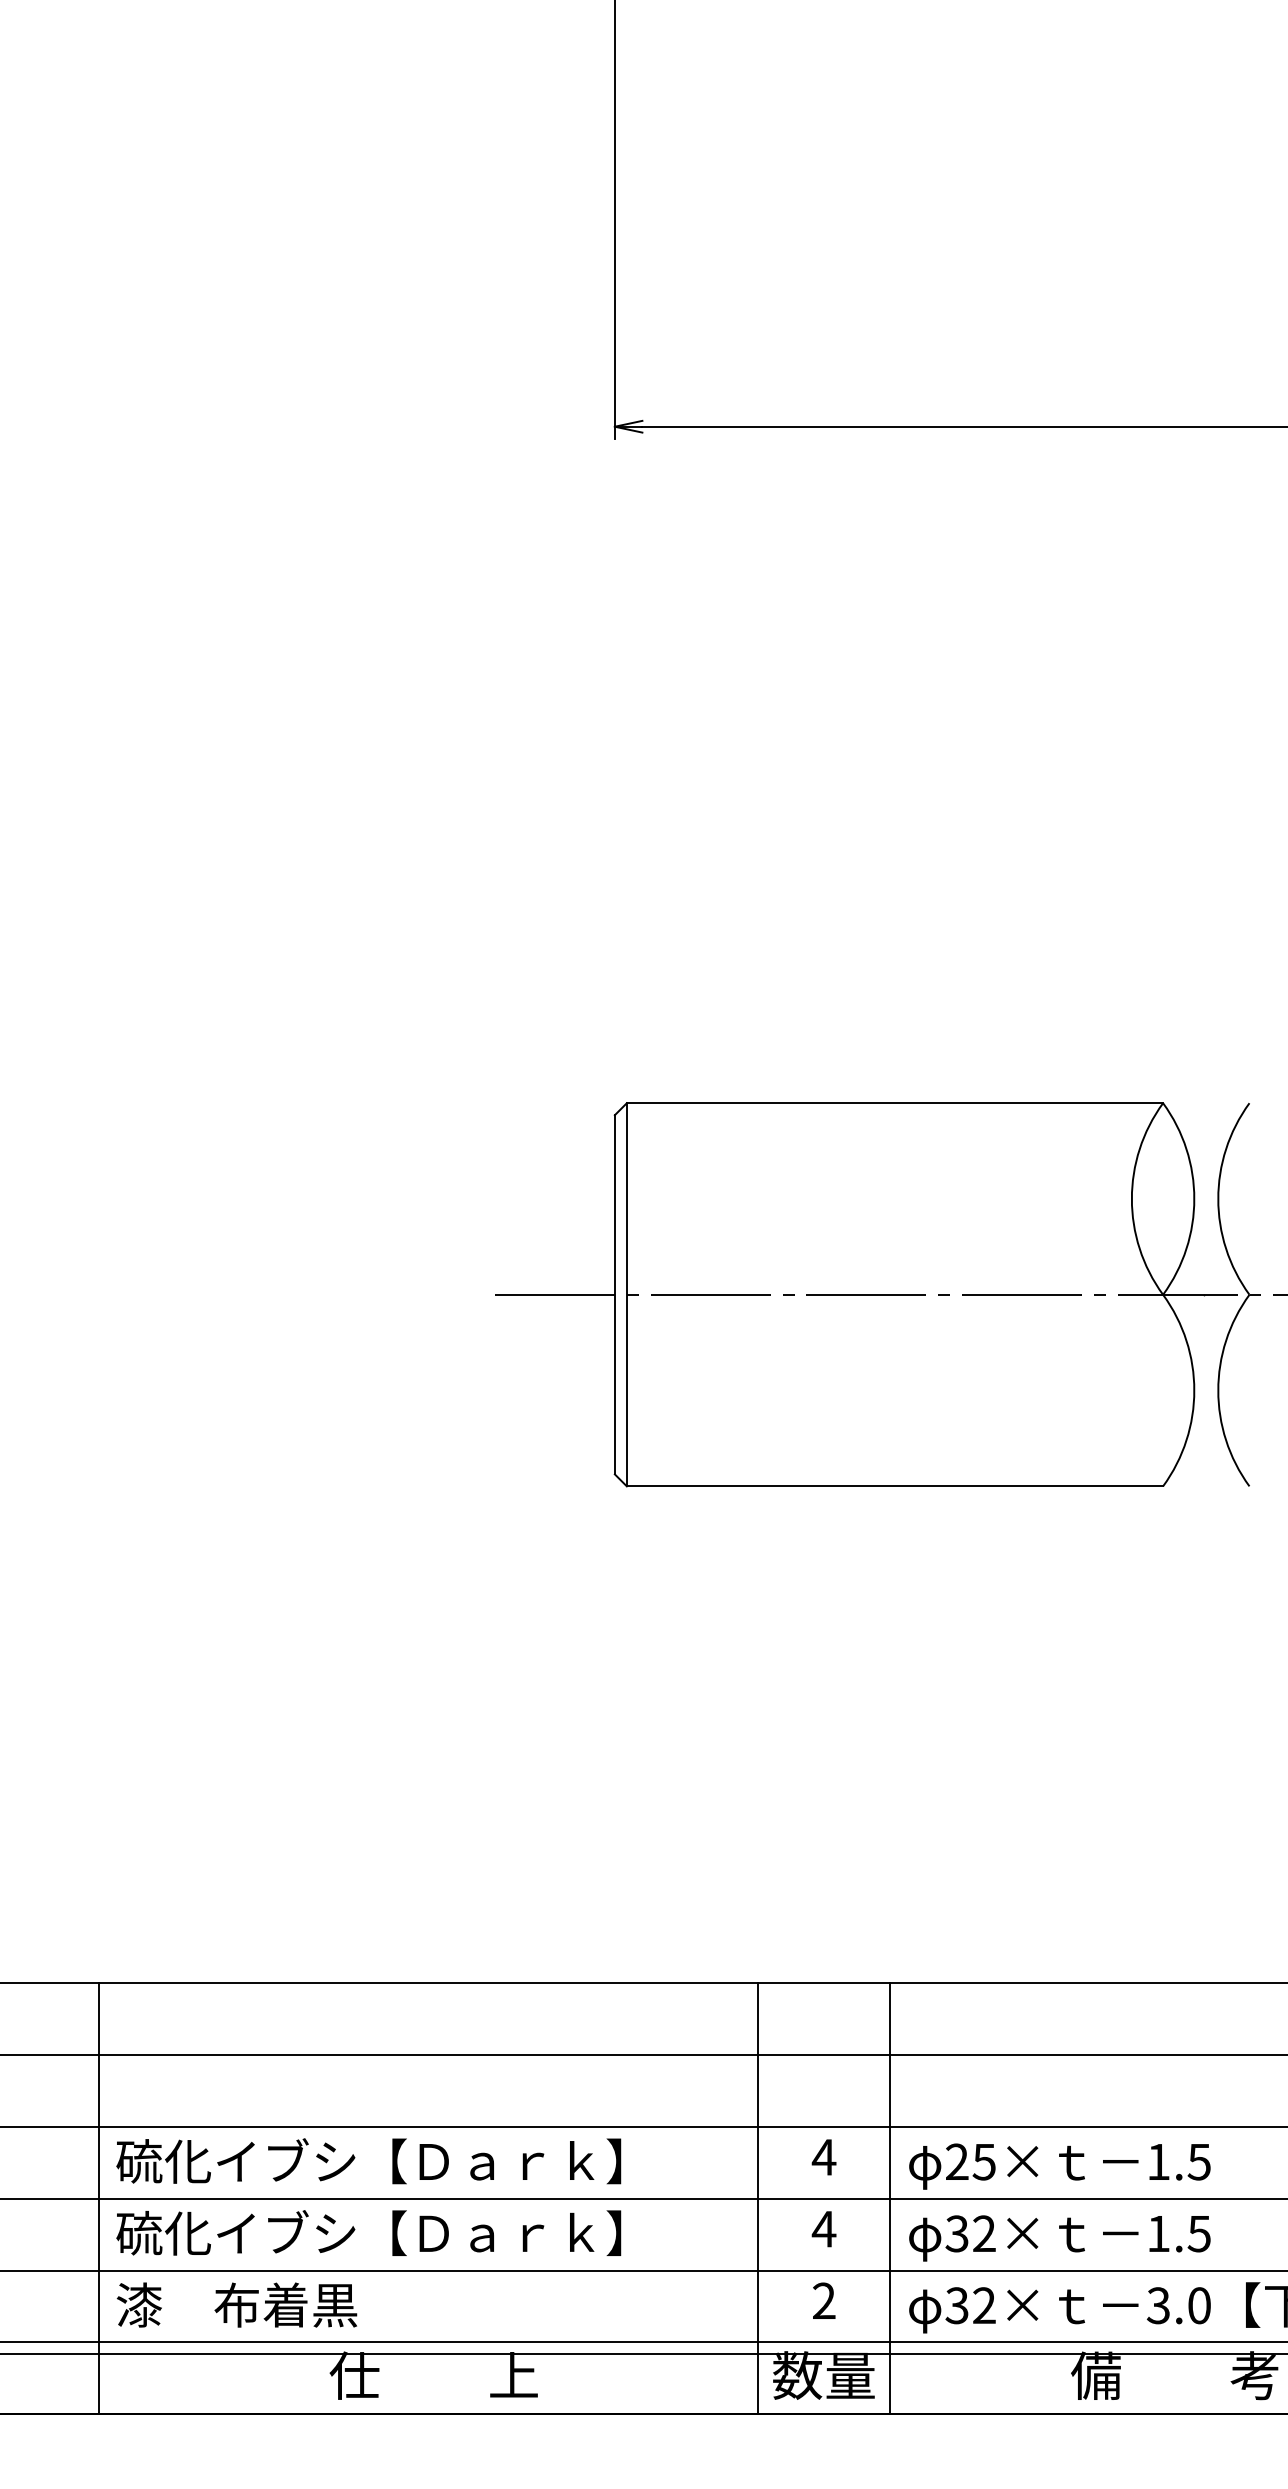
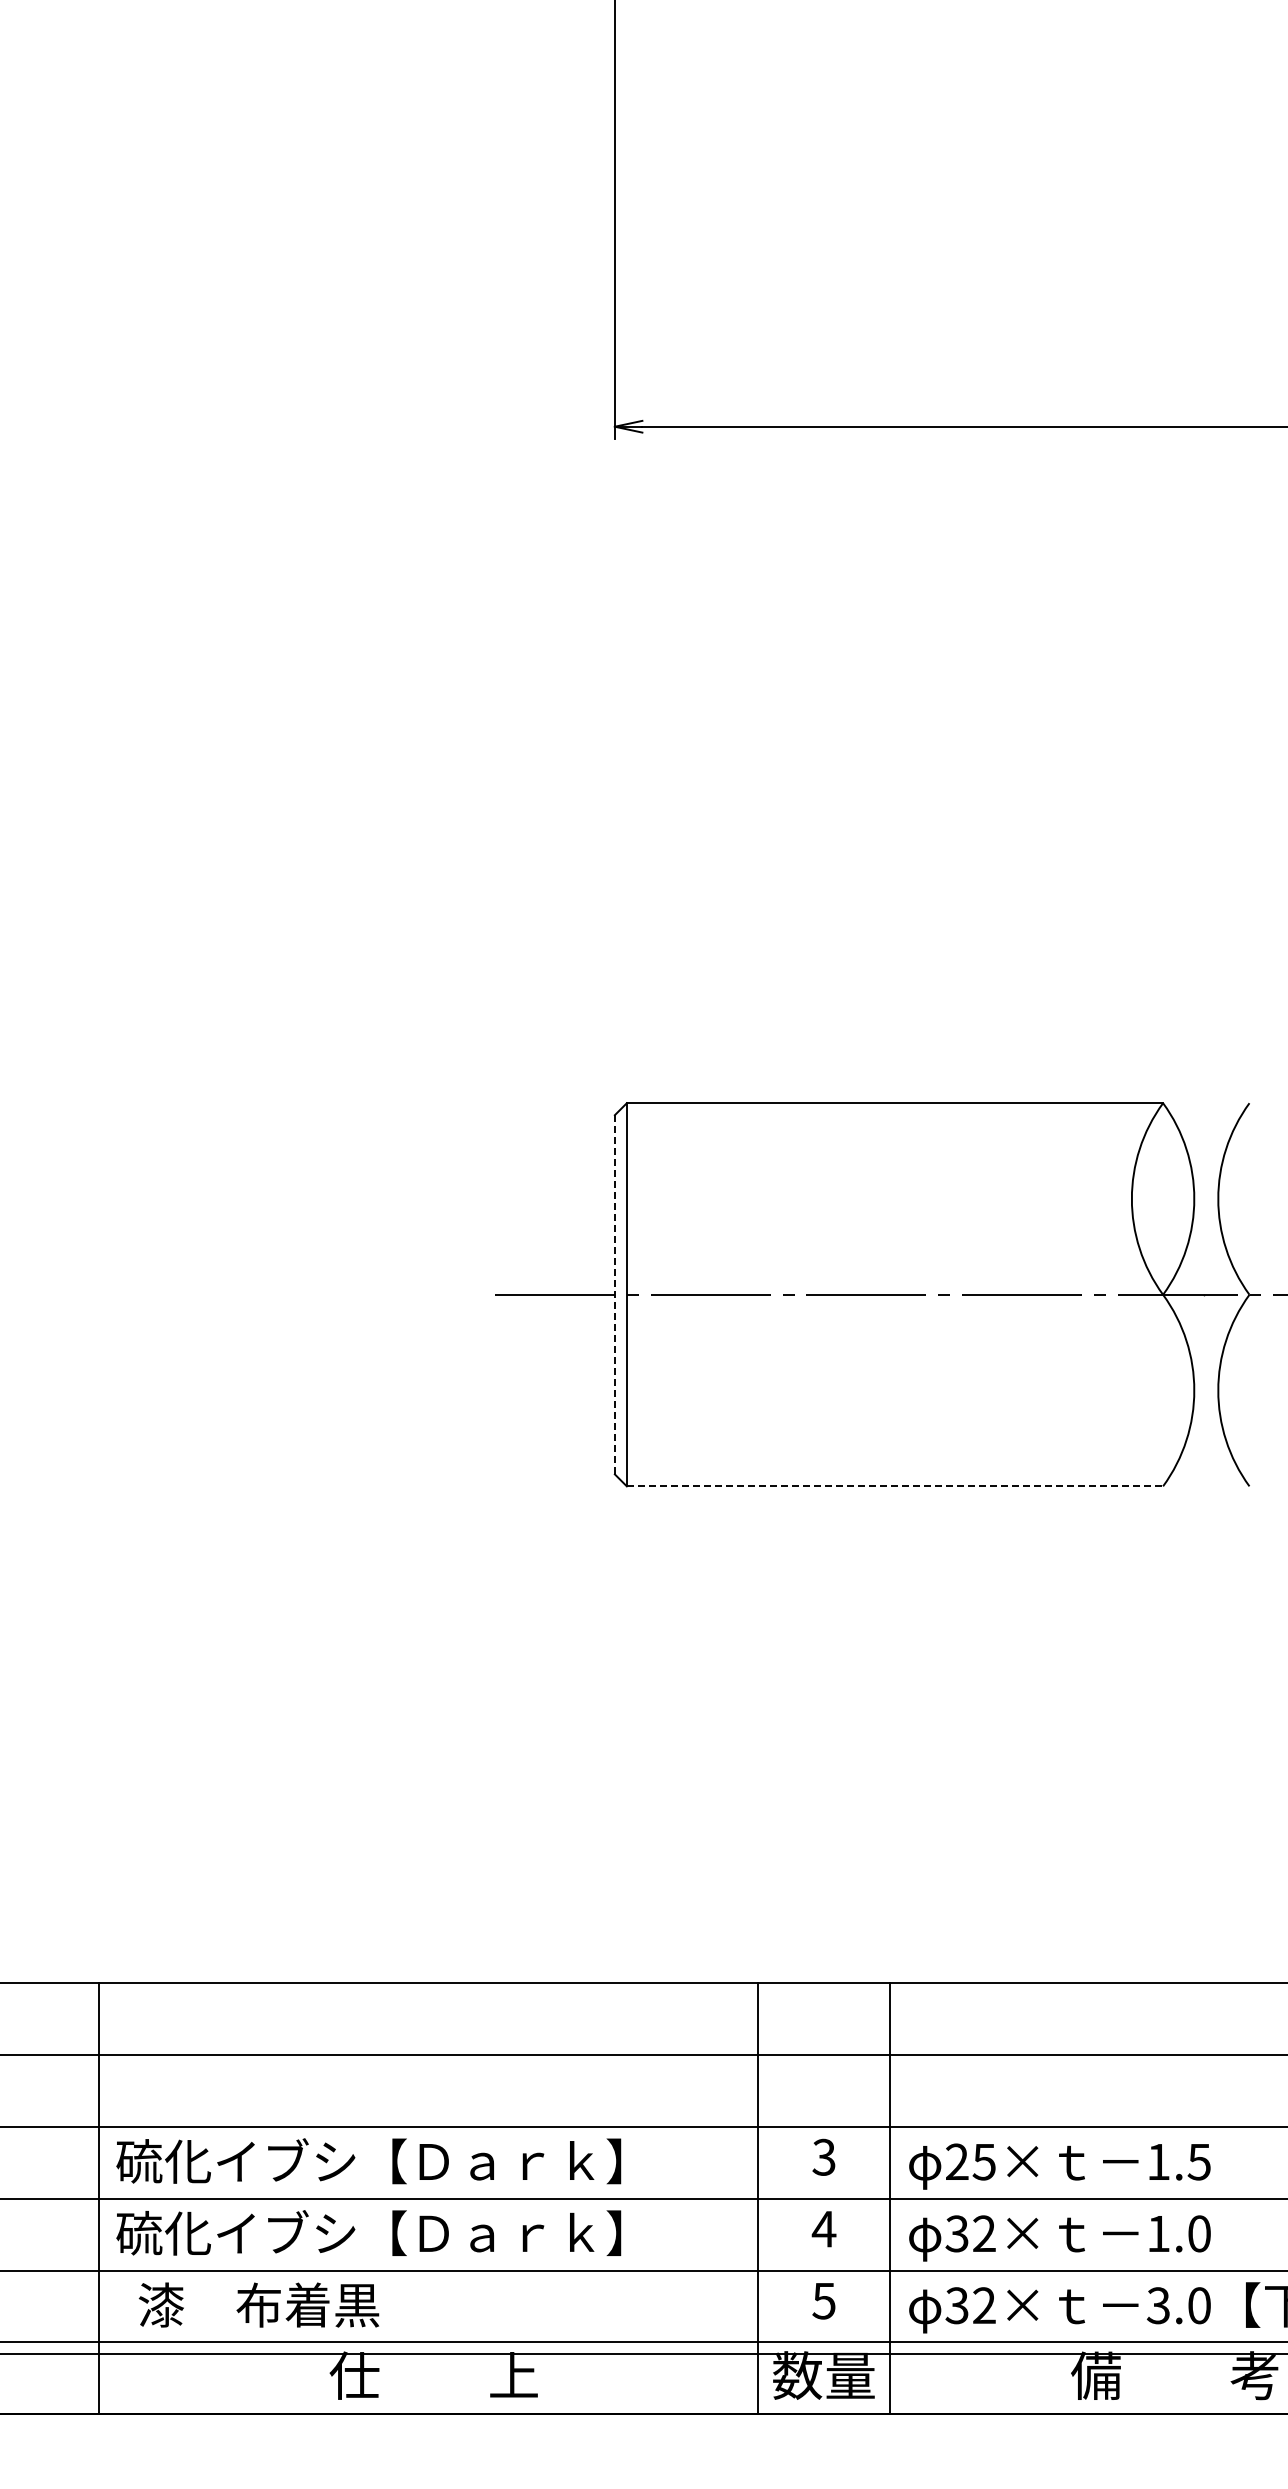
line at (614, 1294): solid -> dashed
line at (895, 1486): solid -> dashed
text at (823, 2156): 4 -> 3
text at (1198, 2233): 1.5 -> 1.0
text at (823, 2300): 2 -> 5
text at (236, 2304) position: (236, 2304) -> (258, 2304)
